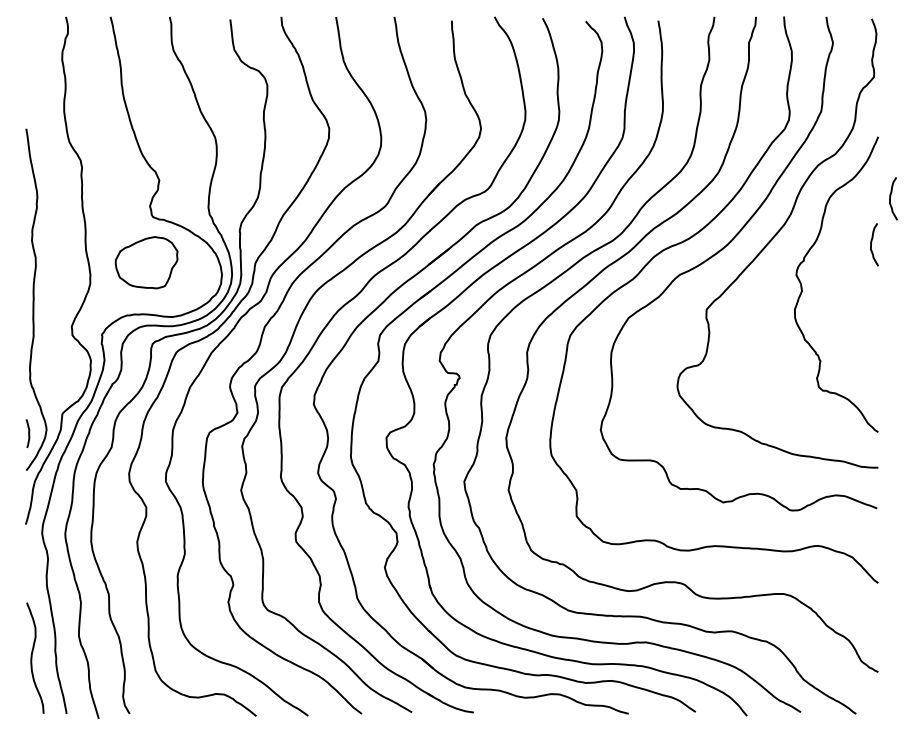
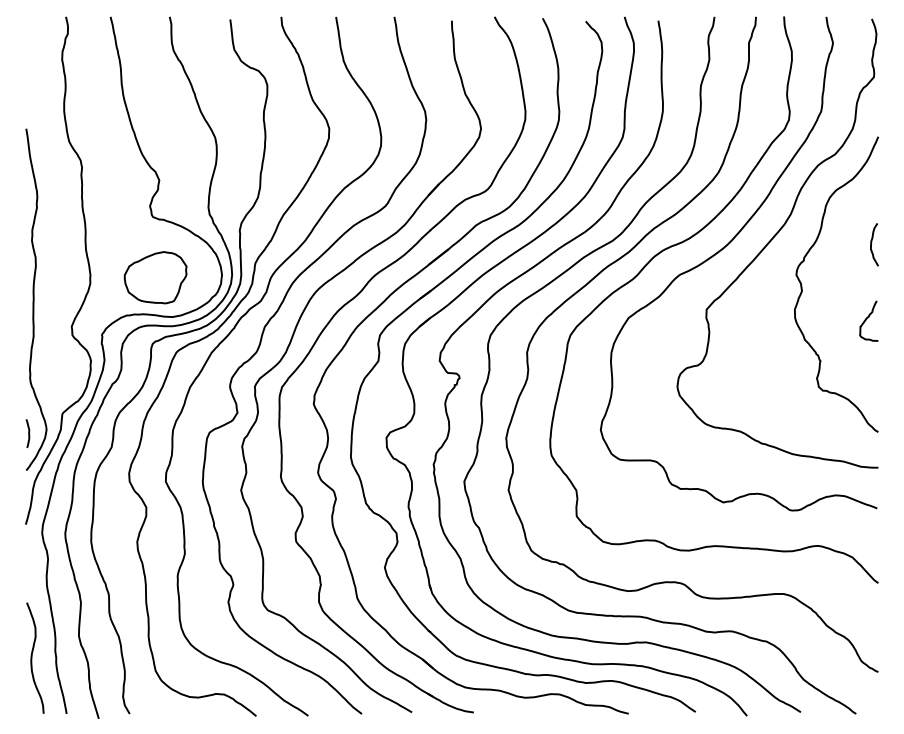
curve at (891, 196): present -> none
part at (146, 262) position: (146, 262) -> (155, 277)
curve at (867, 319): none -> present
